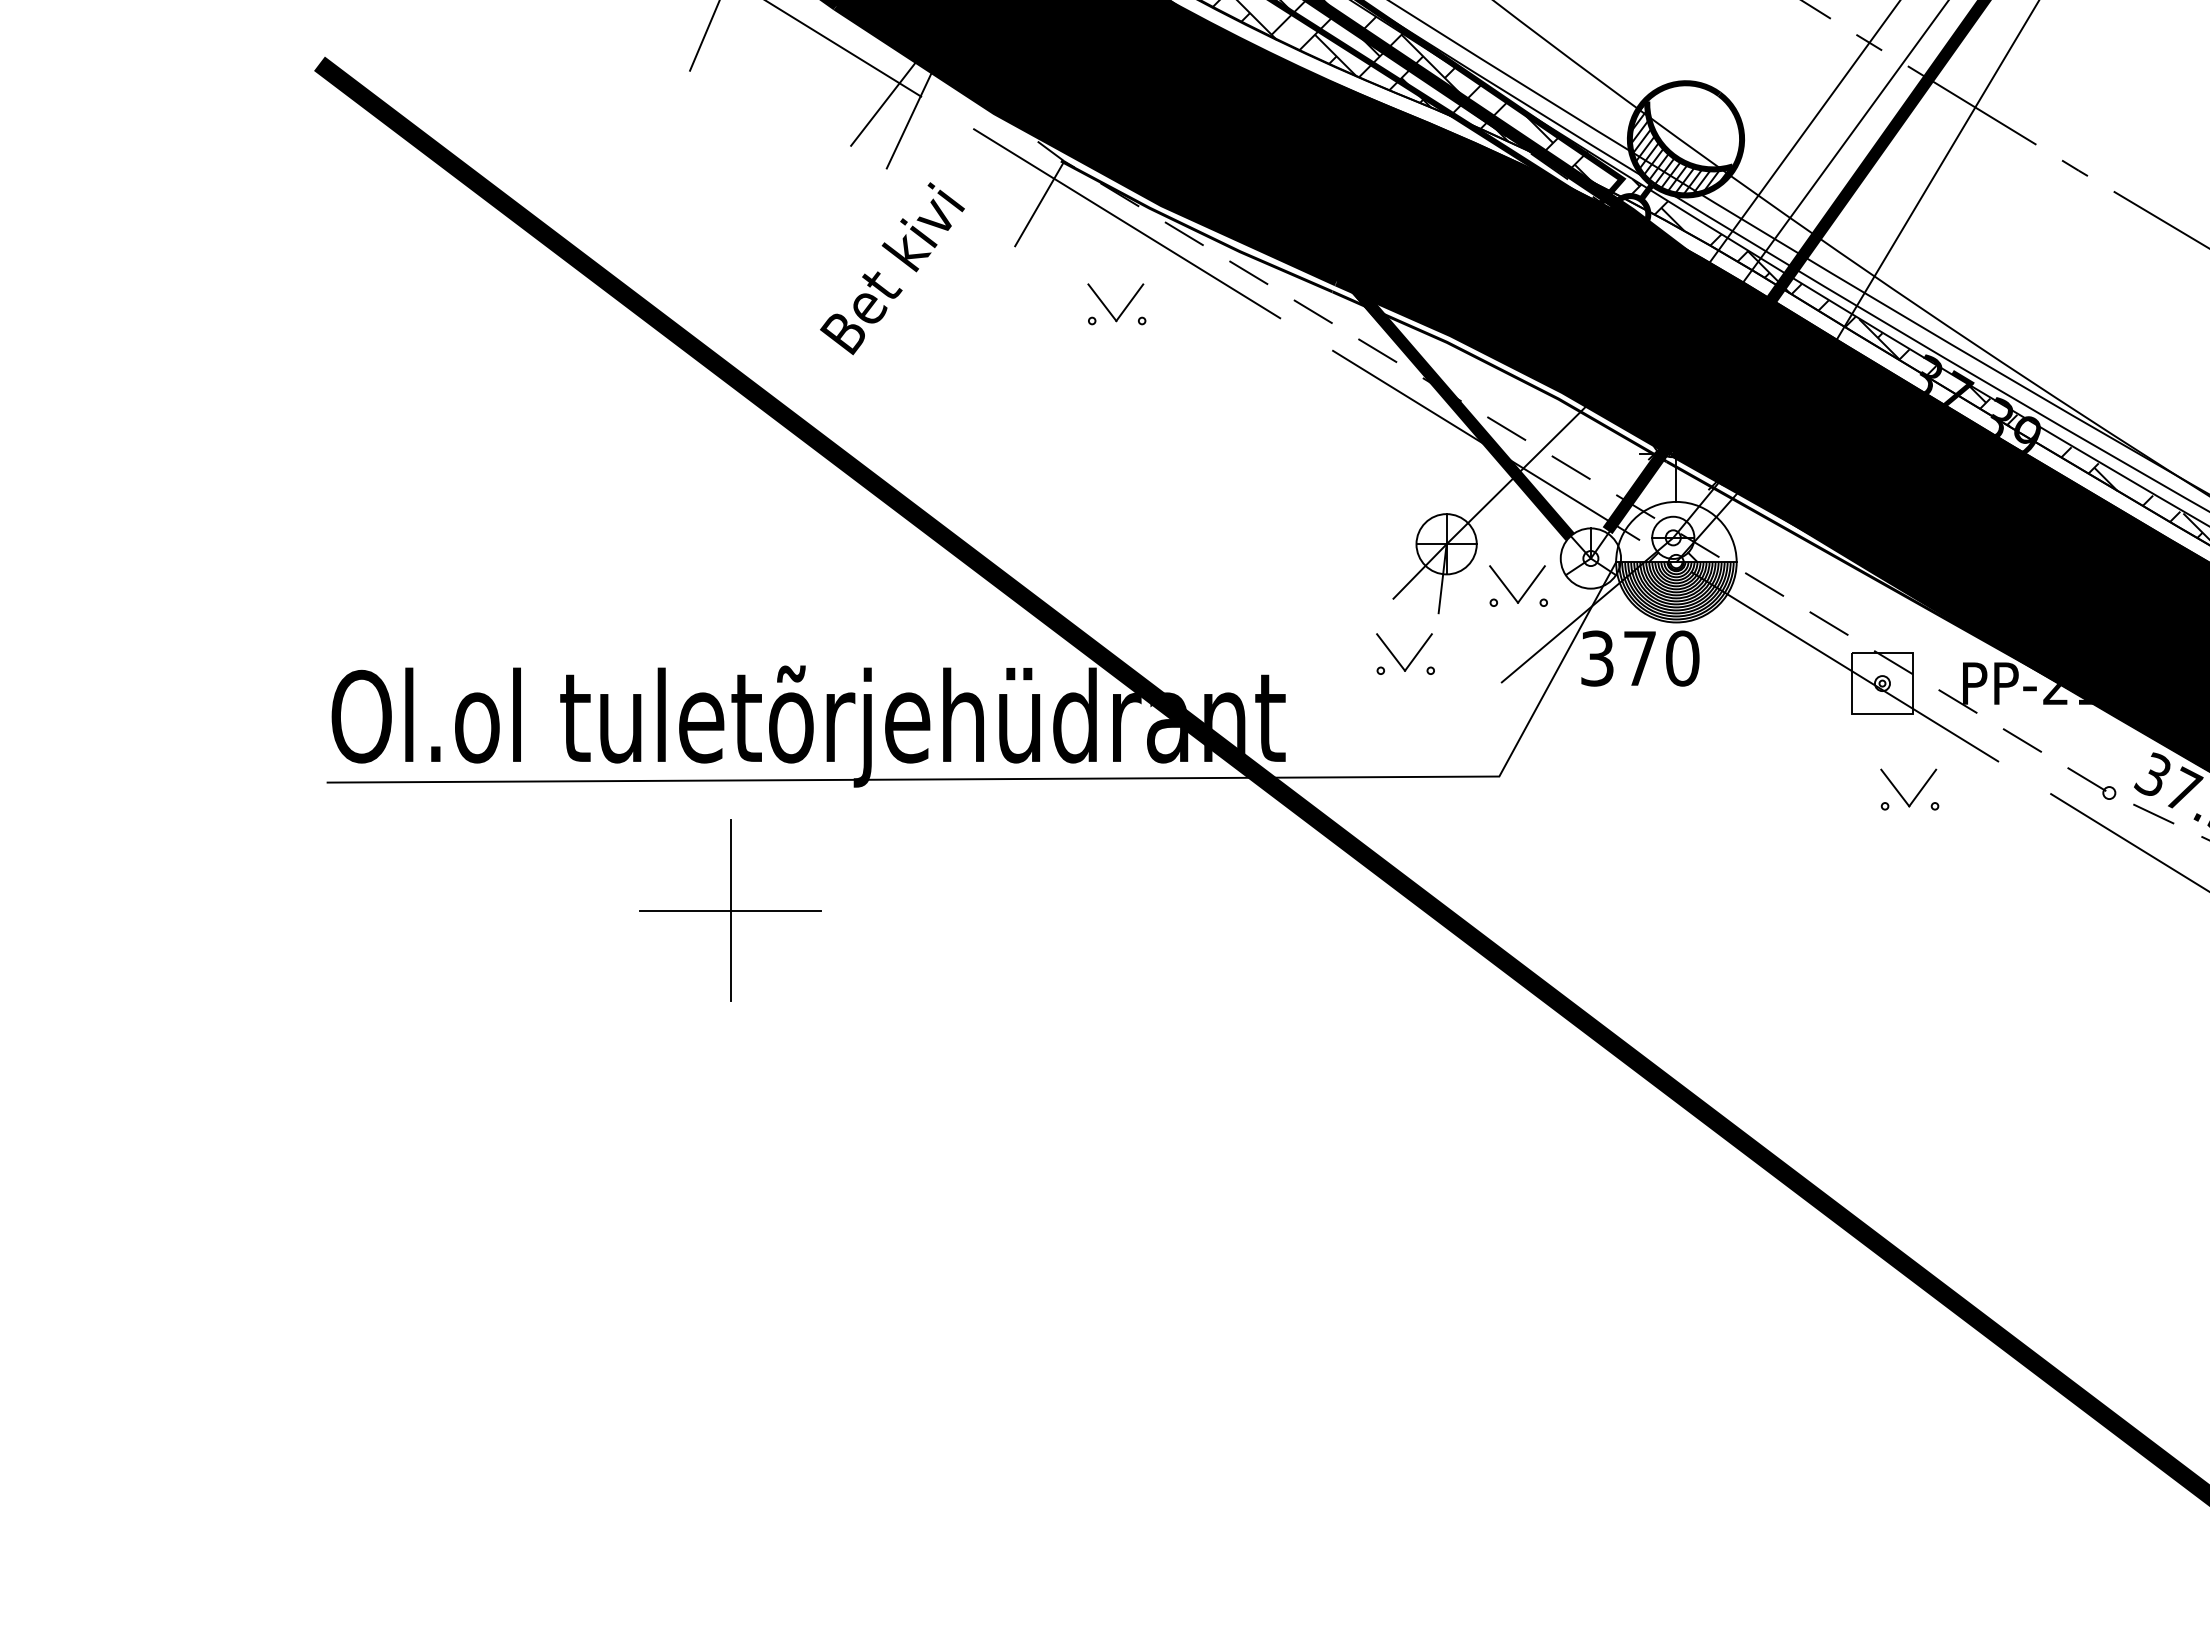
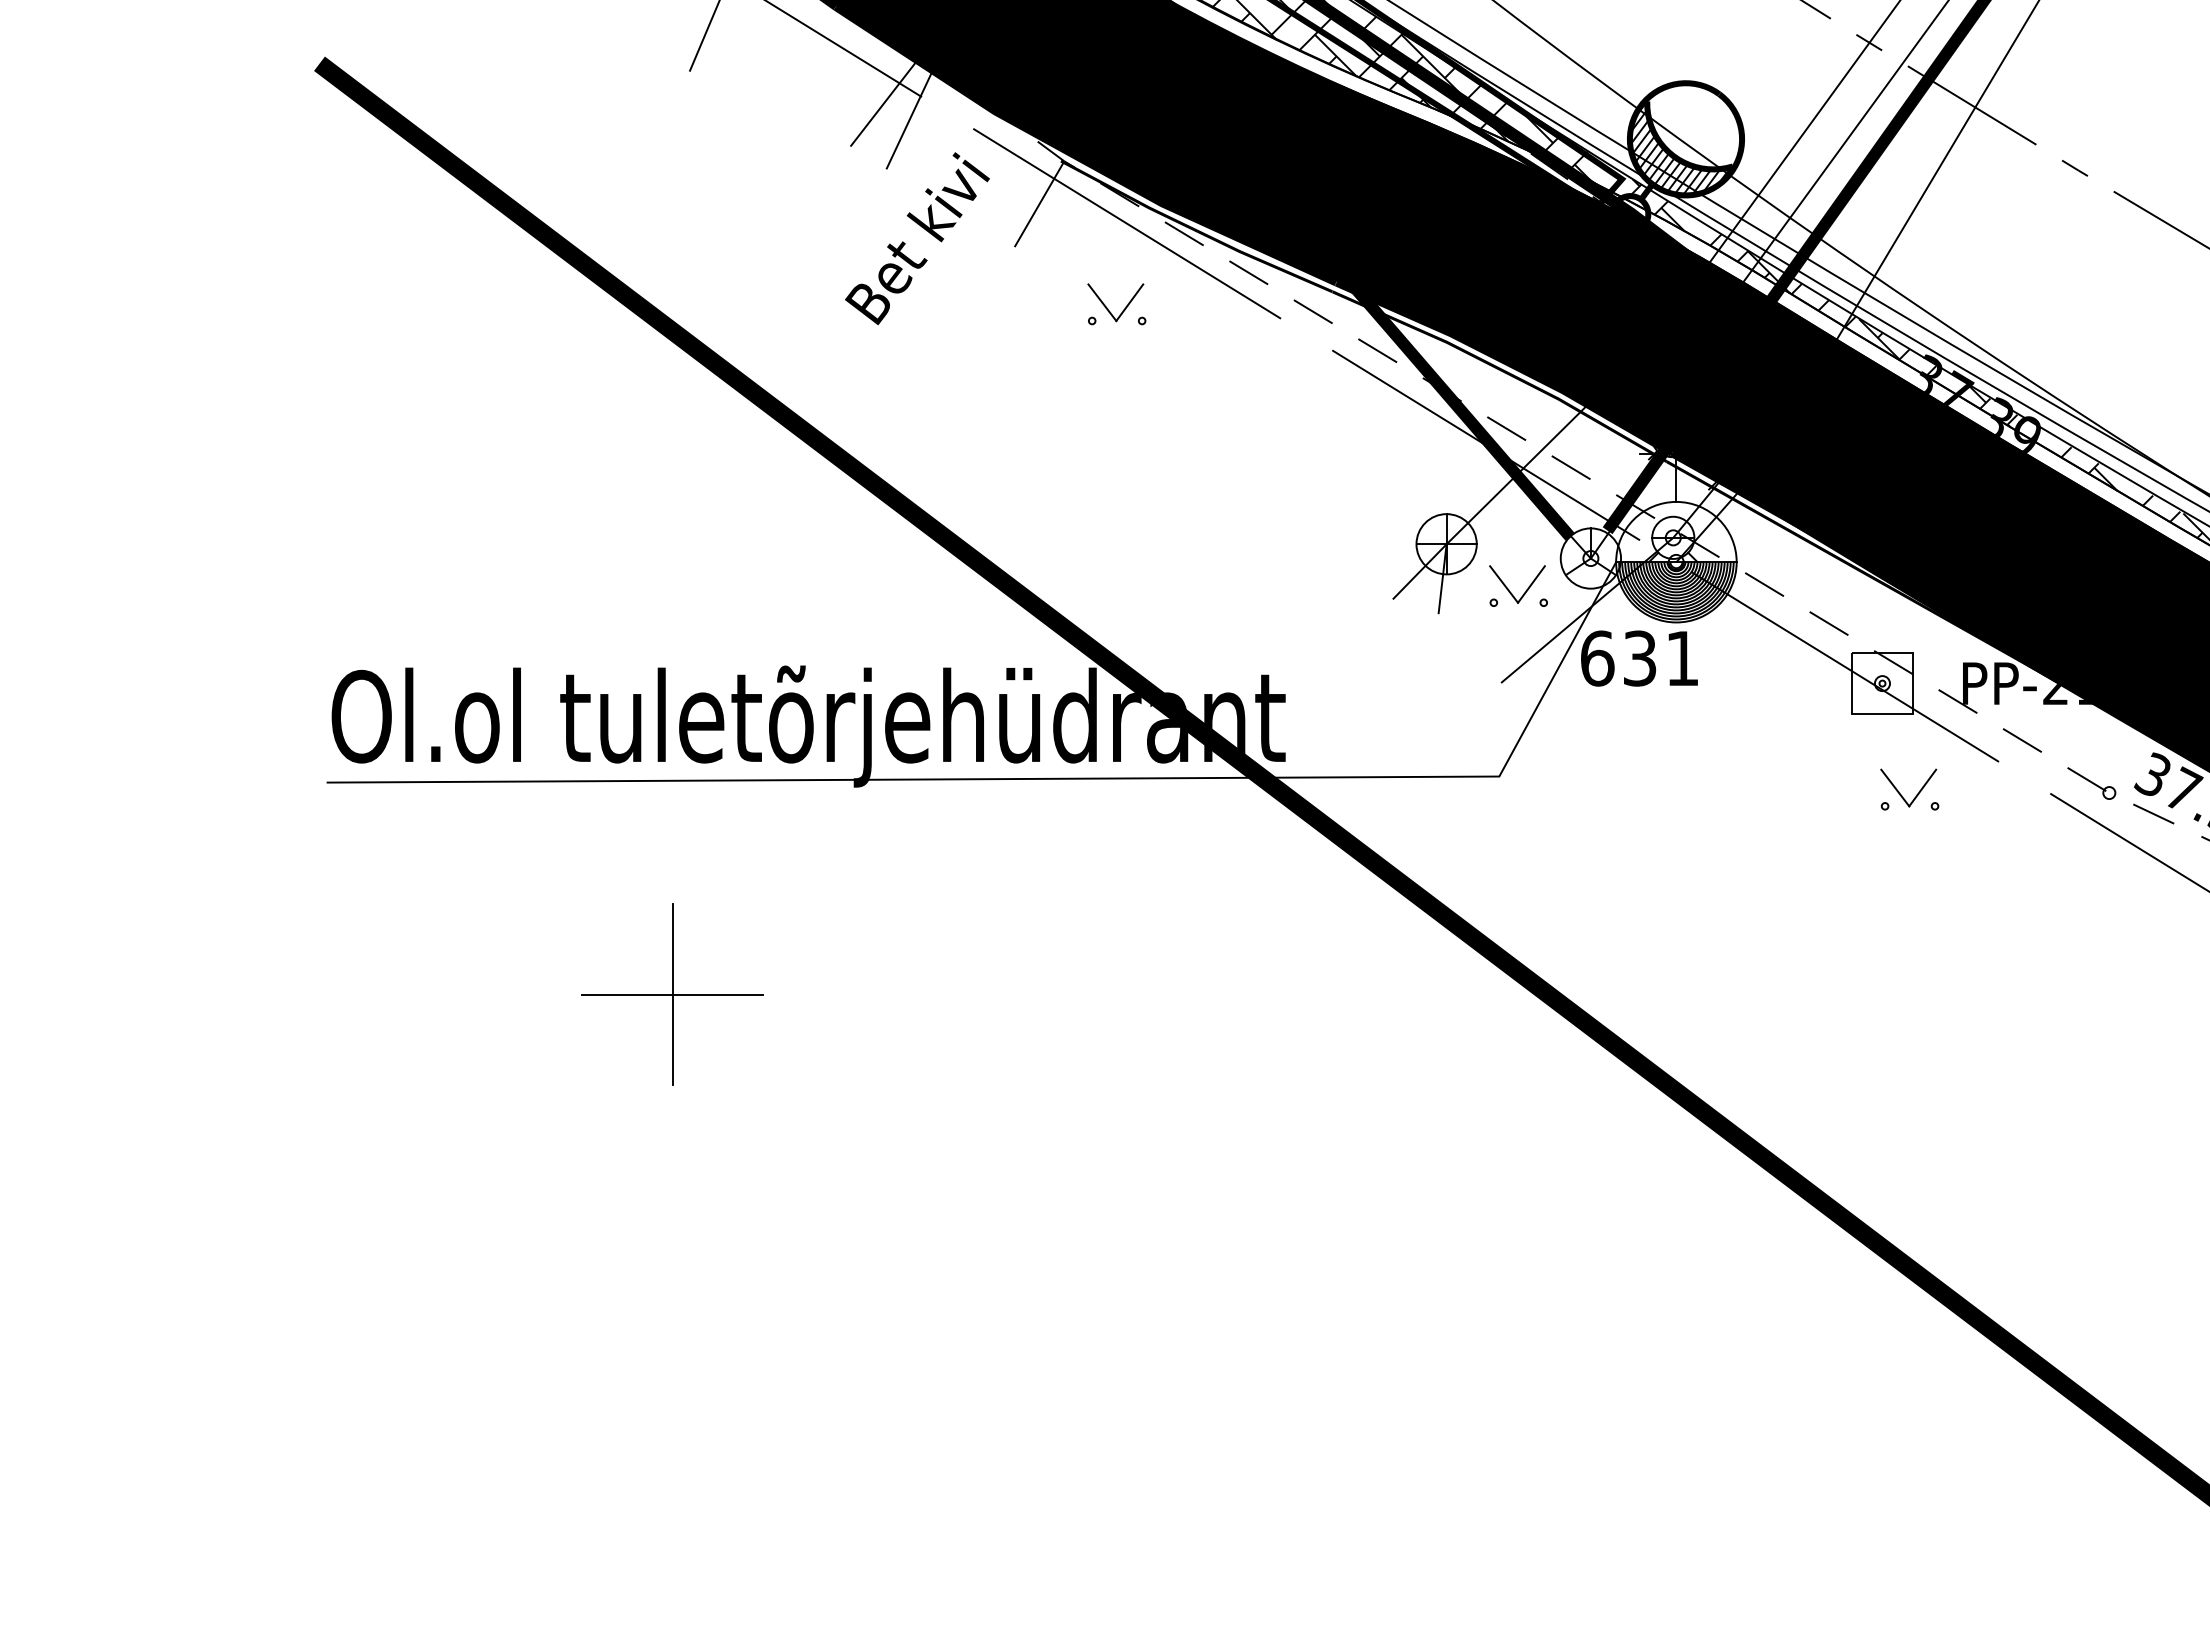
text at (892, 268) position: (892, 268) -> (917, 238)
part at (1412, 658): present -> none
text at (1640, 658): 370 -> 631
part at (730, 910) position: (730, 910) -> (672, 994)
